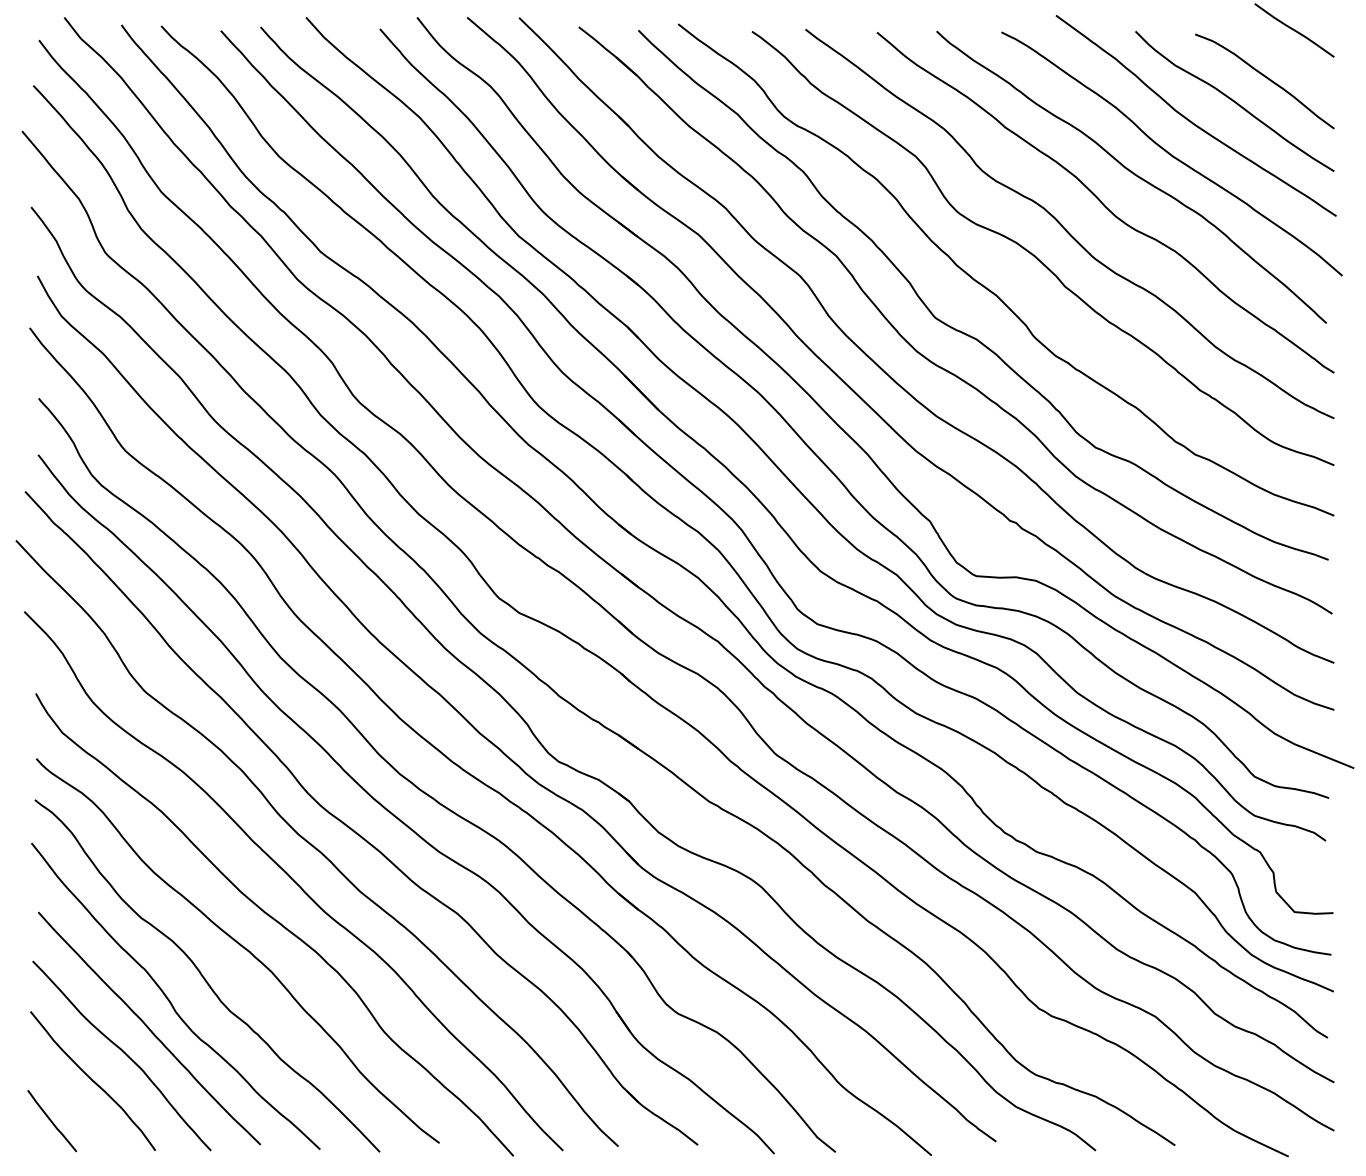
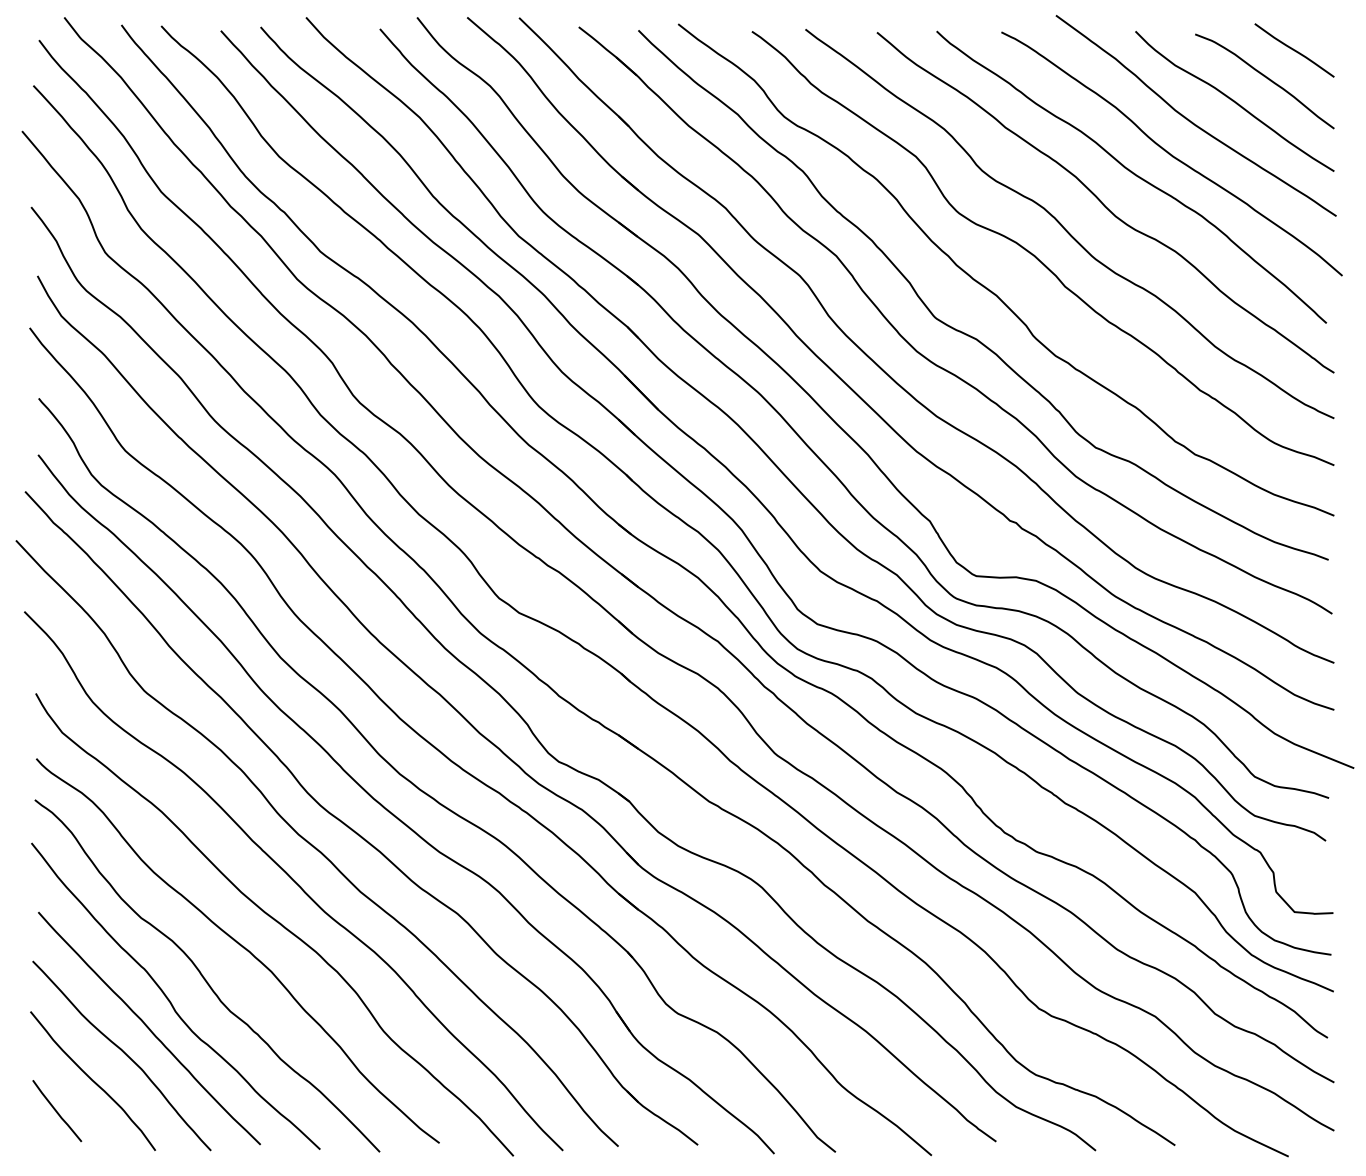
curve at (1294, 30) position: (1294, 30) -> (1294, 50)
line at (52, 1121) position: (52, 1121) -> (57, 1111)
